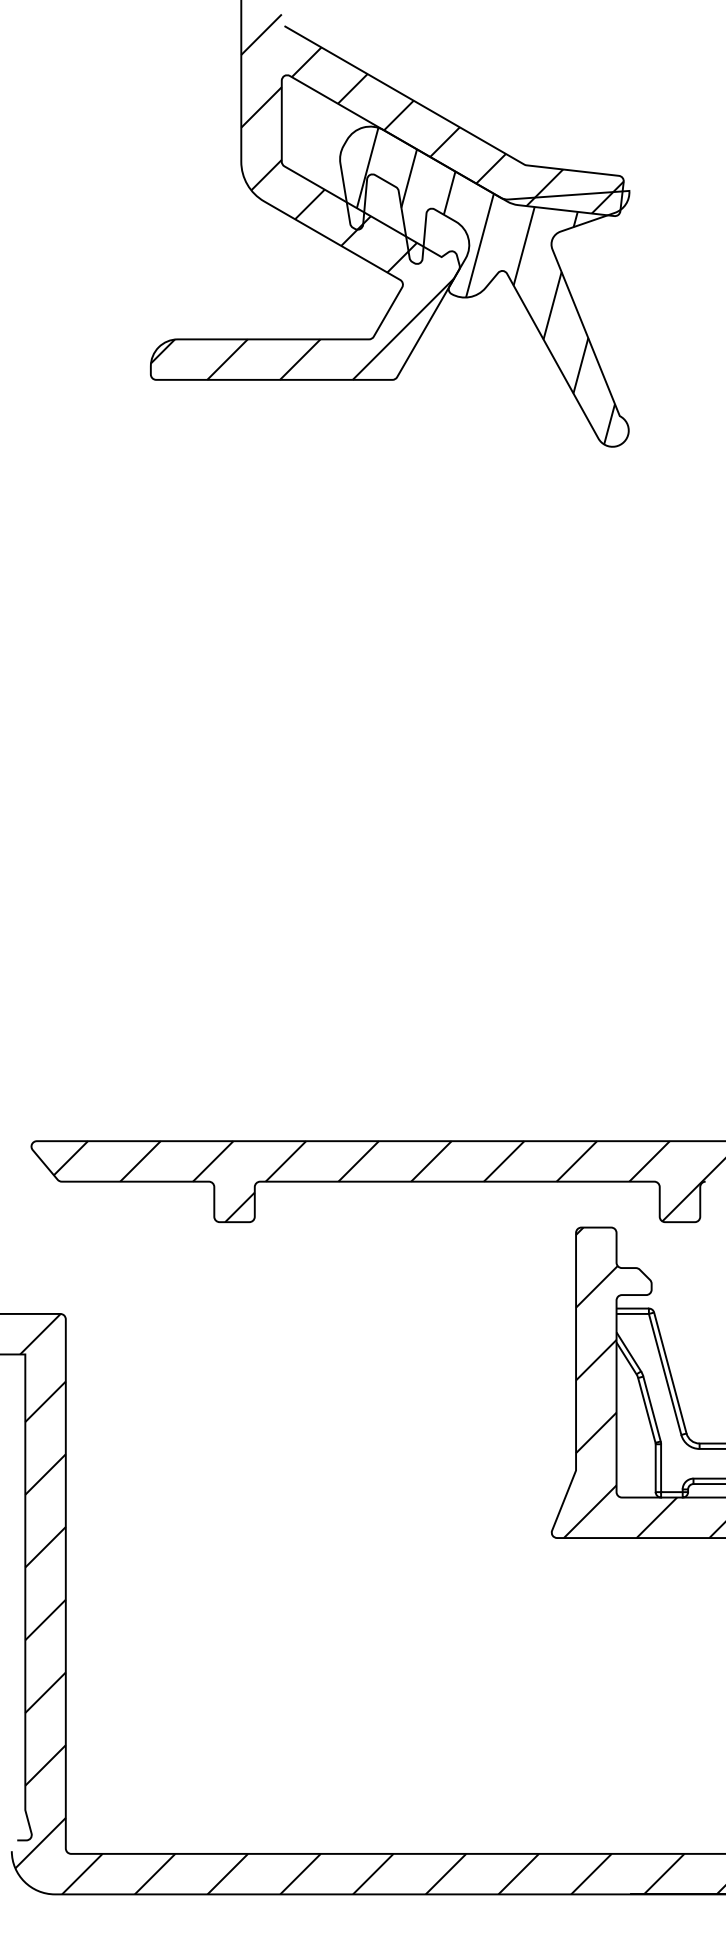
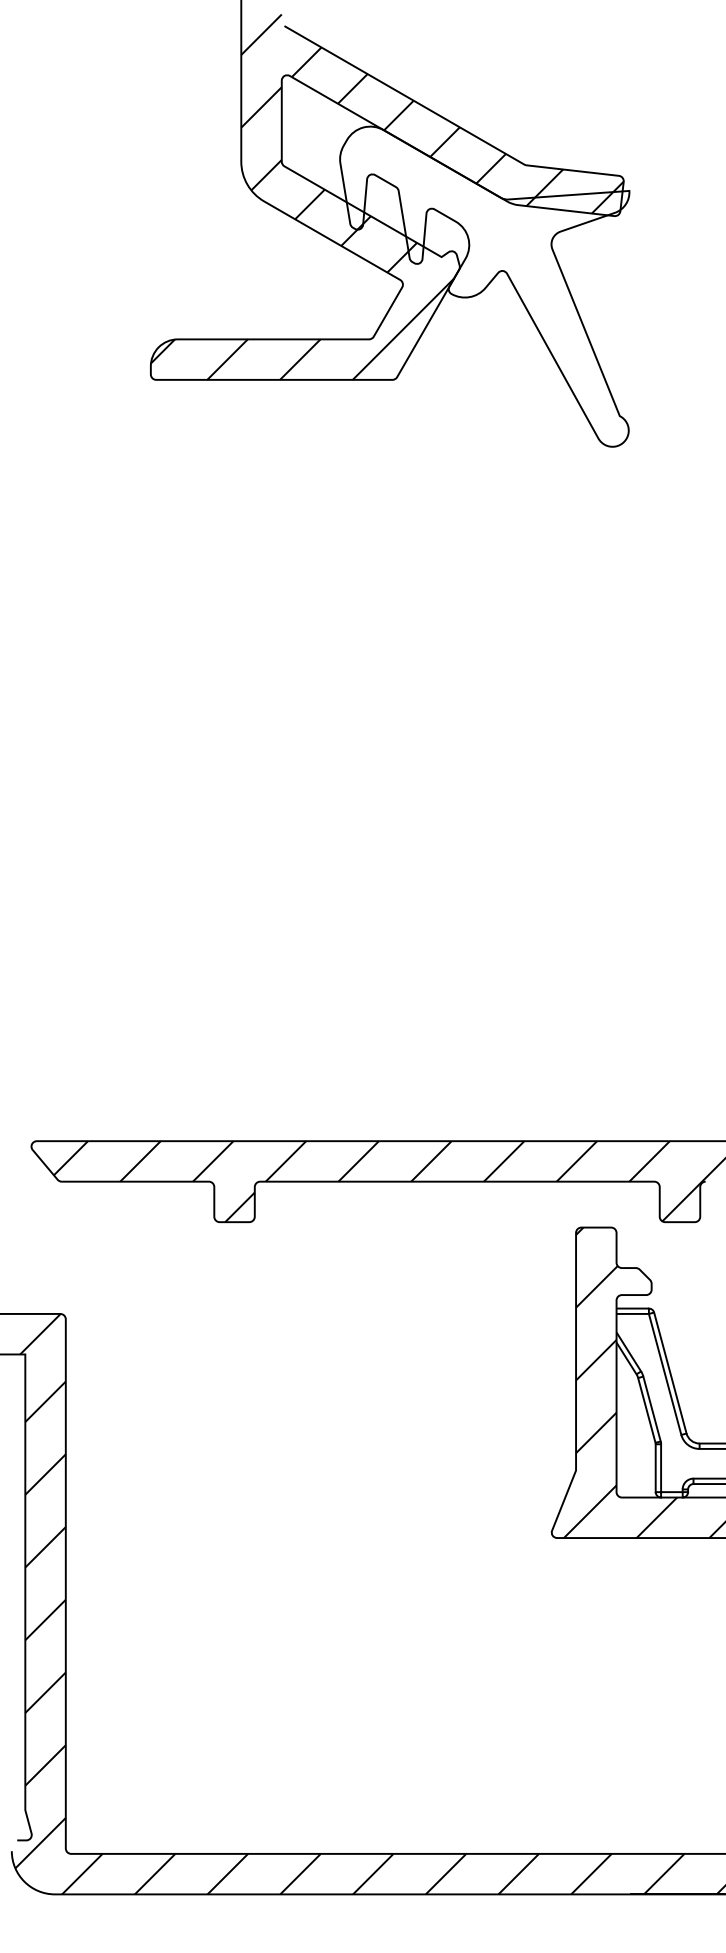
hatch at (485, 285): present -> none
